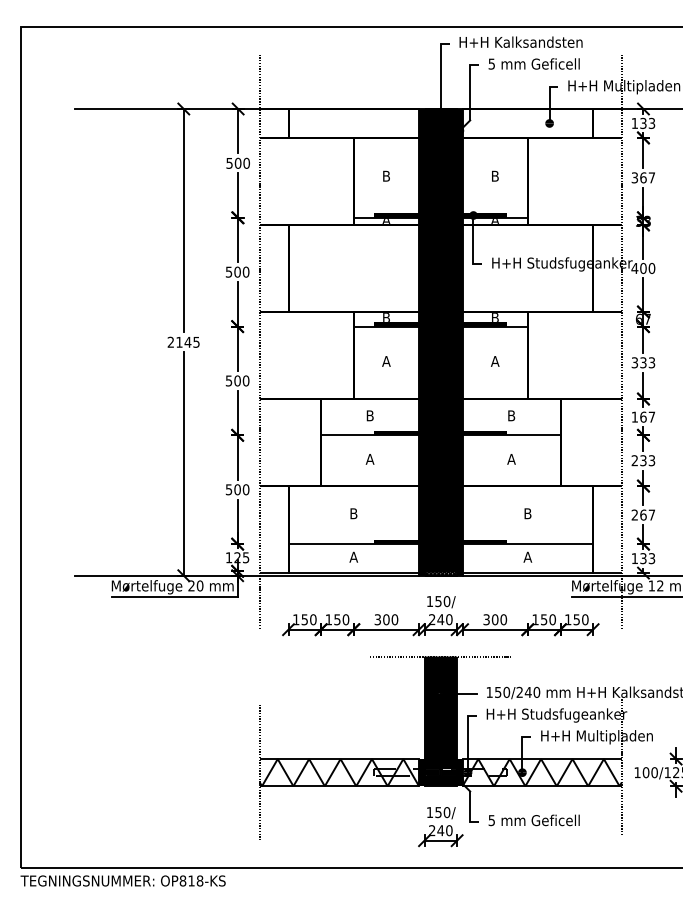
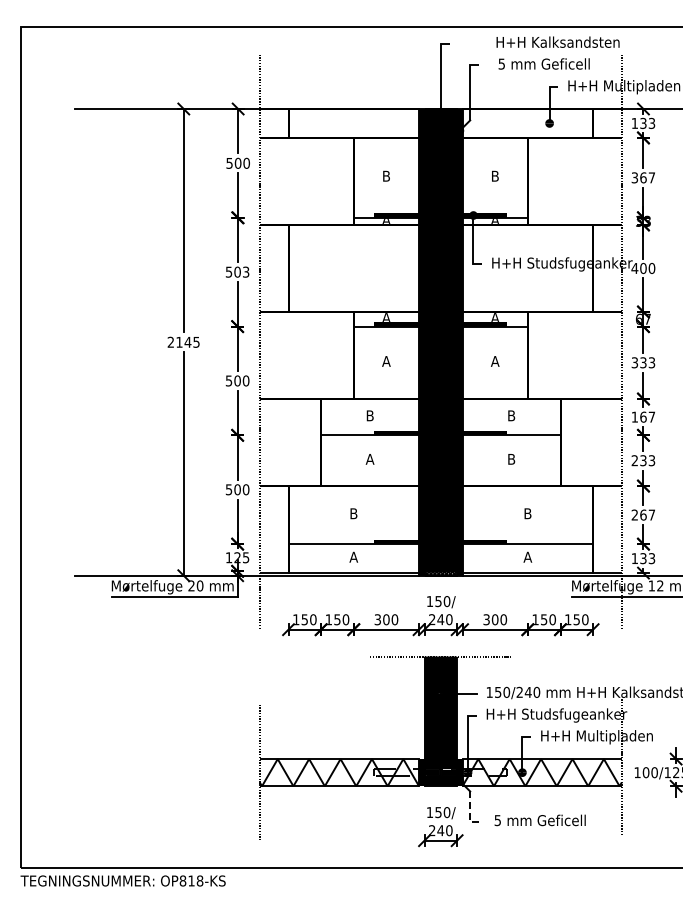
text at (520, 41) position: (520, 41) -> (557, 41)
text at (533, 63) position: (533, 63) -> (543, 63)
text at (245, 271): 500 -> 503
text at (386, 317): B -> A
text at (494, 317): B -> A
text at (511, 459): A -> B
line at (470, 811): solid -> dashed
text at (533, 820) position: (533, 820) -> (539, 820)
